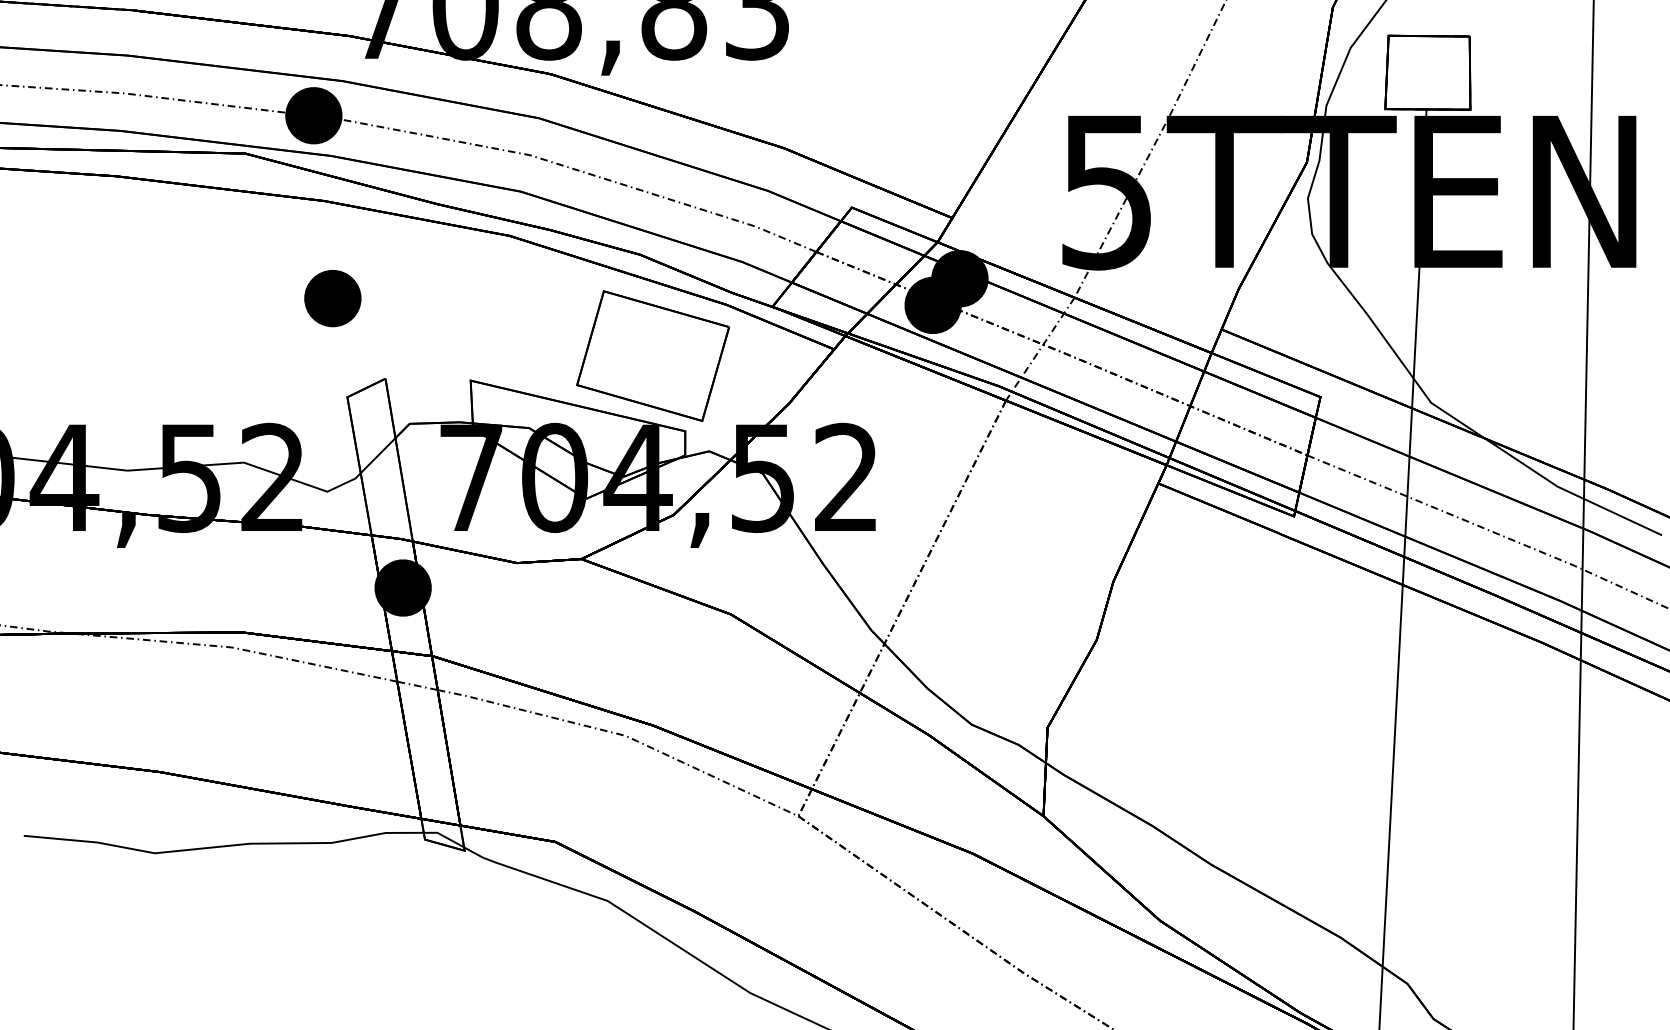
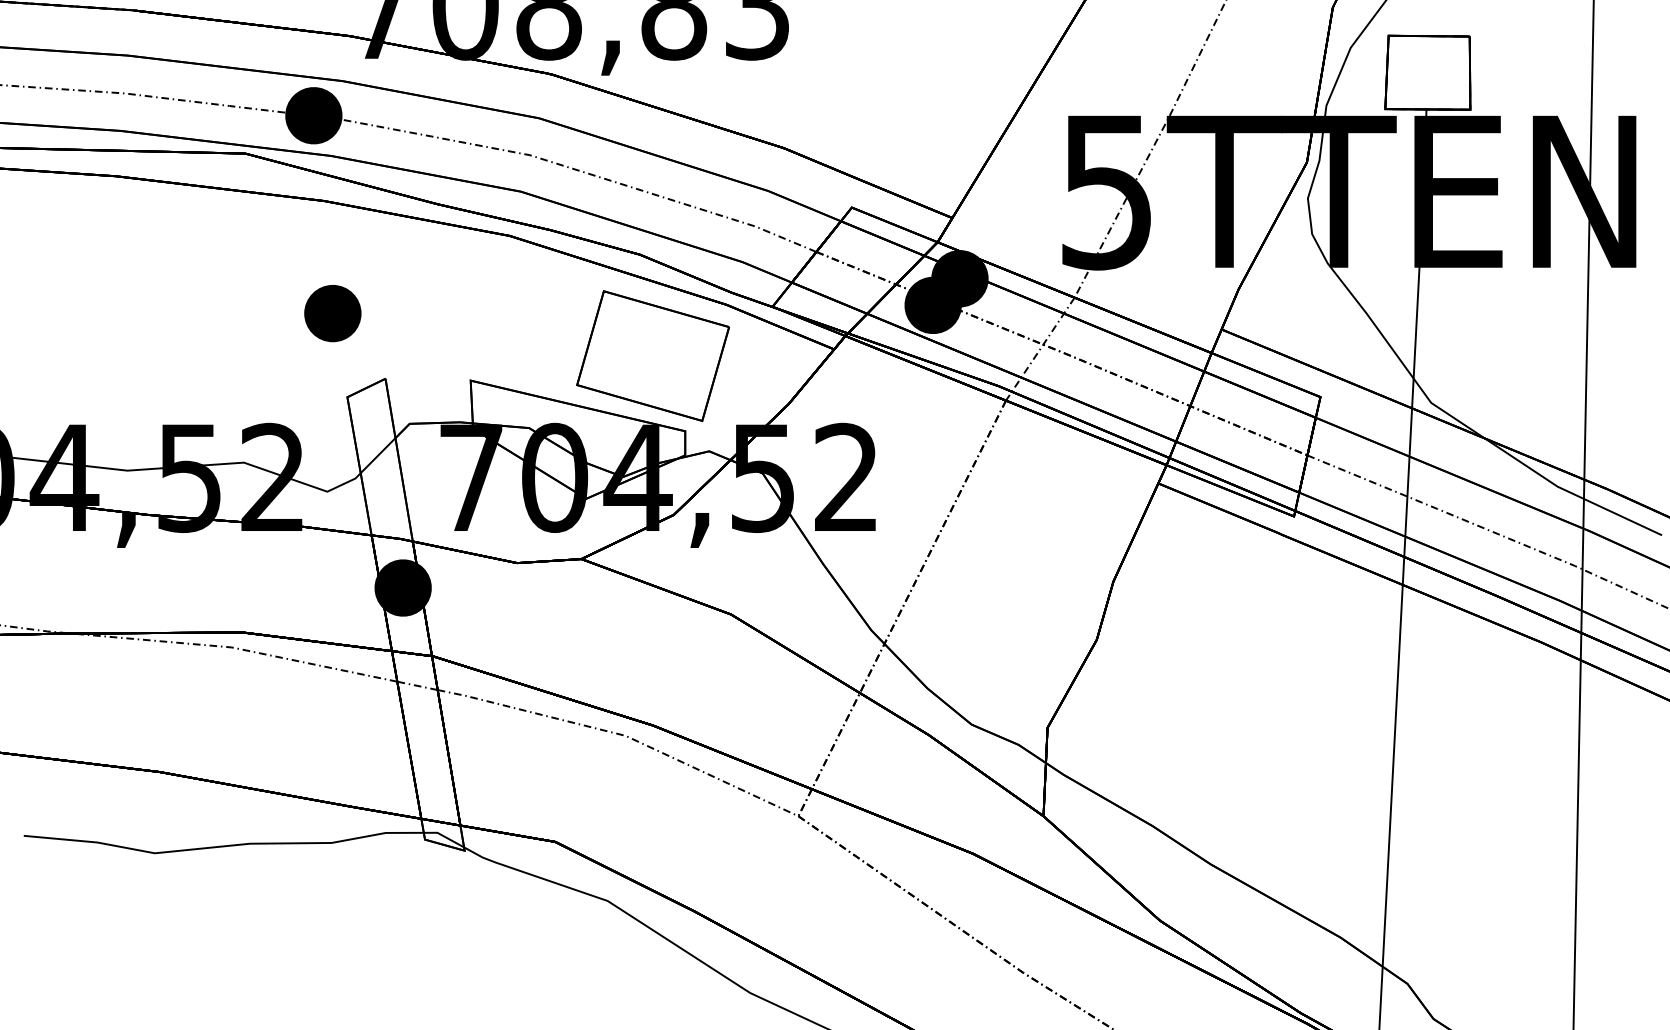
part at (332, 298) position: (332, 298) -> (332, 313)
